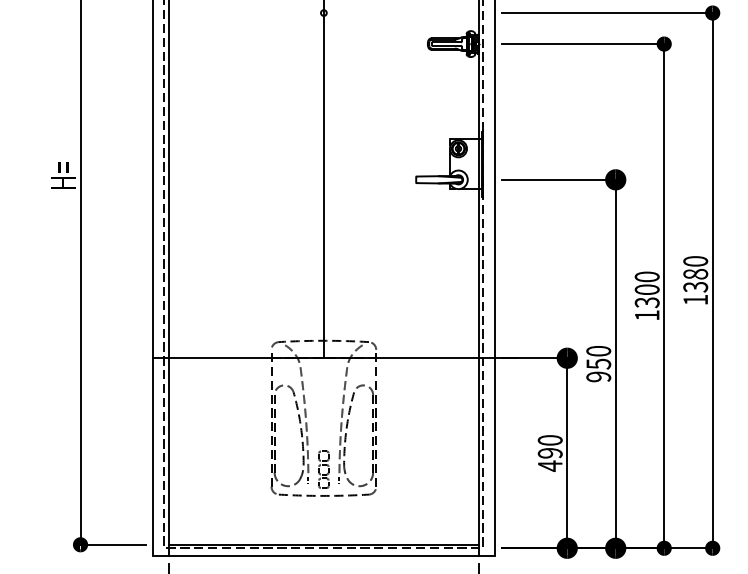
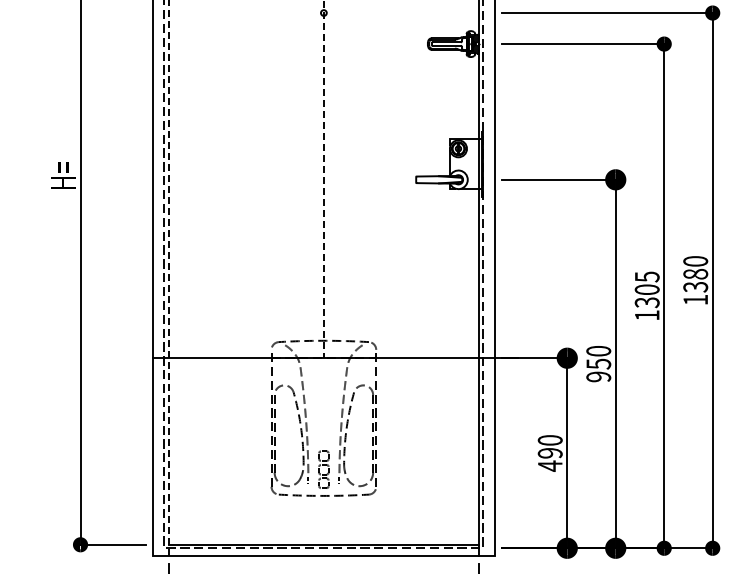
line at (323, 179): solid -> dashed
text at (646, 276): 1300 -> 1305
line at (168, 278): solid -> dashed
